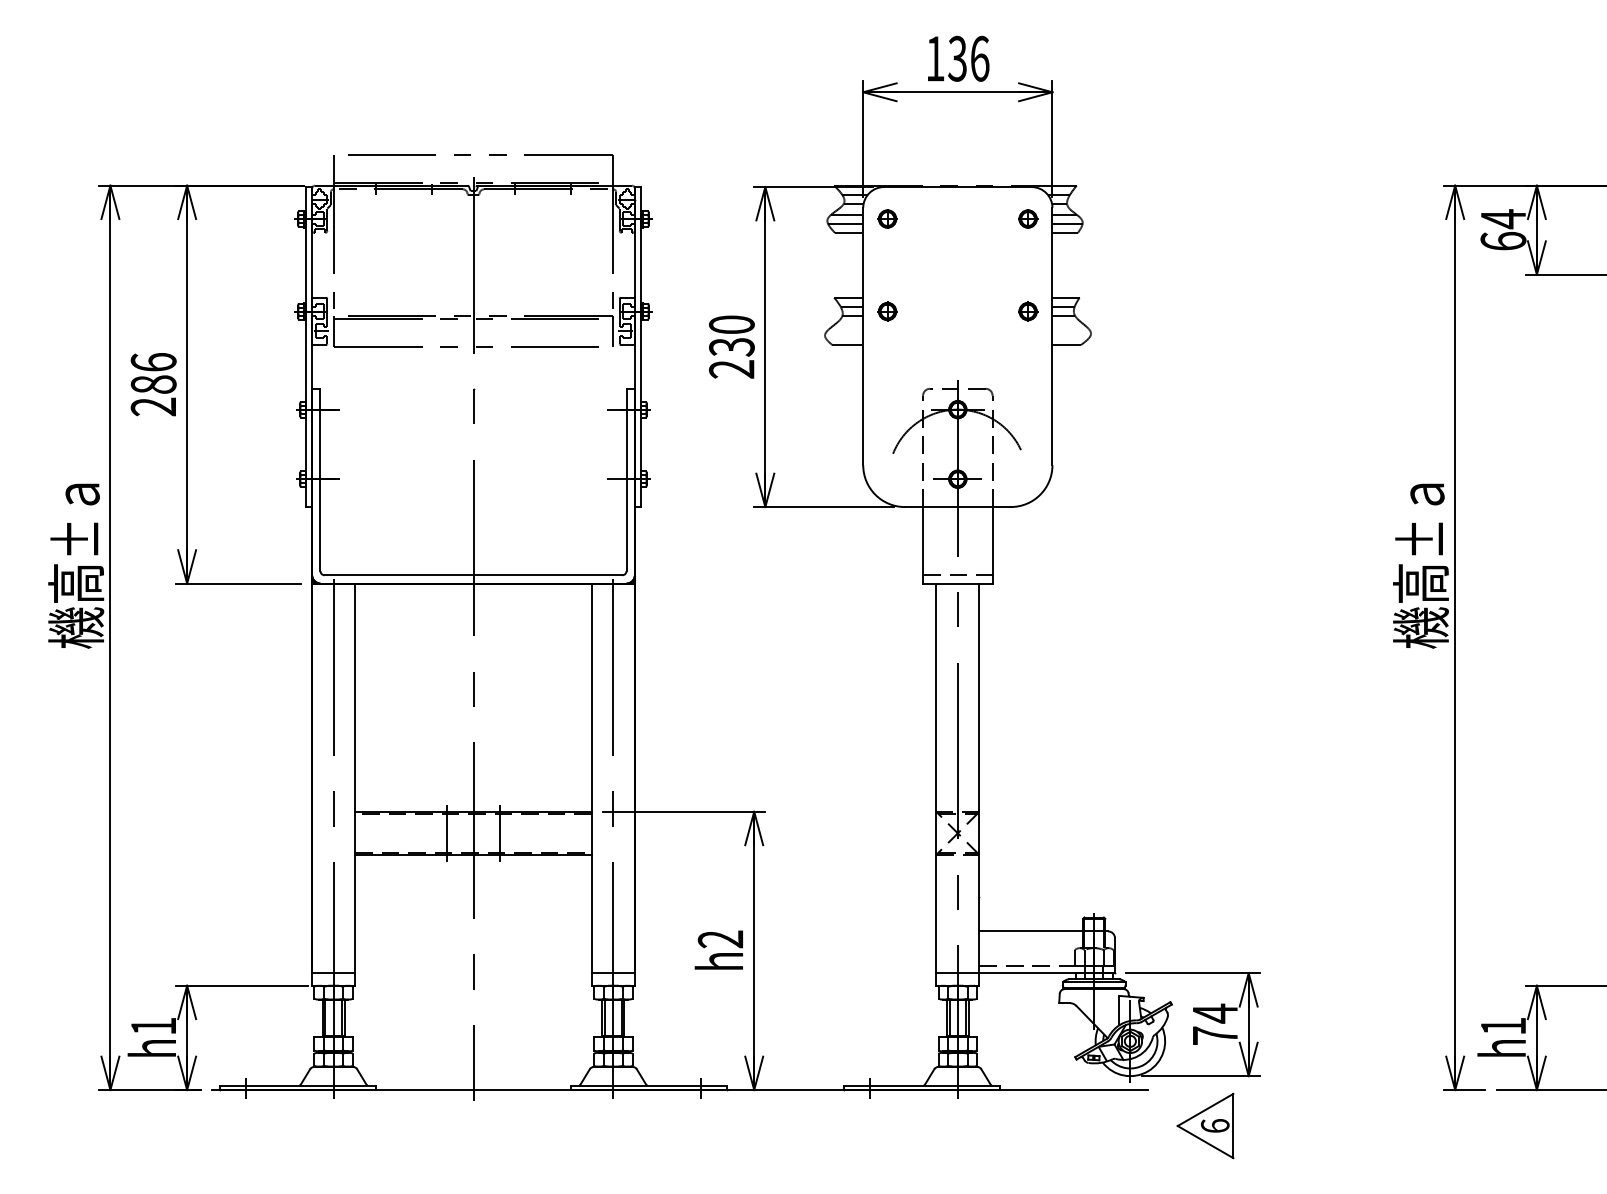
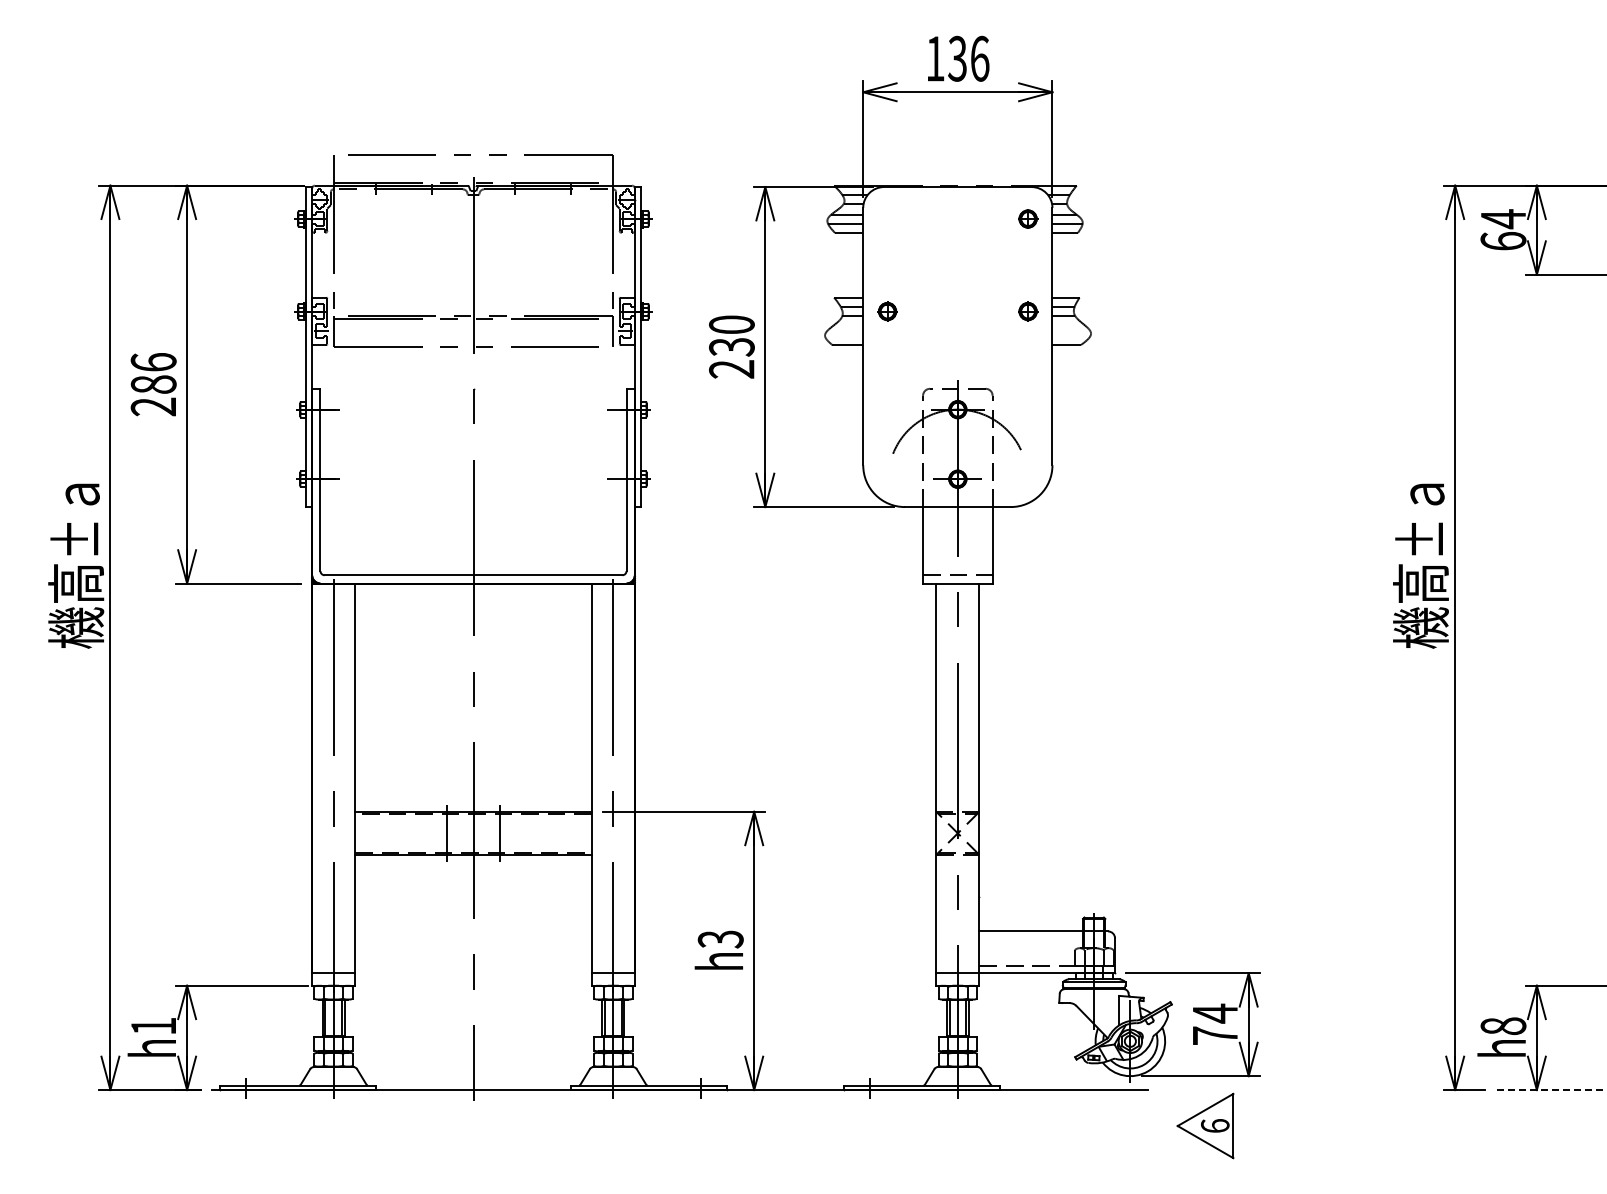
part at (887, 218): present -> none
text at (720, 939): h2 -> h3
text at (1503, 1026): h1 -> h8
line at (1551, 1090): solid -> dashed
